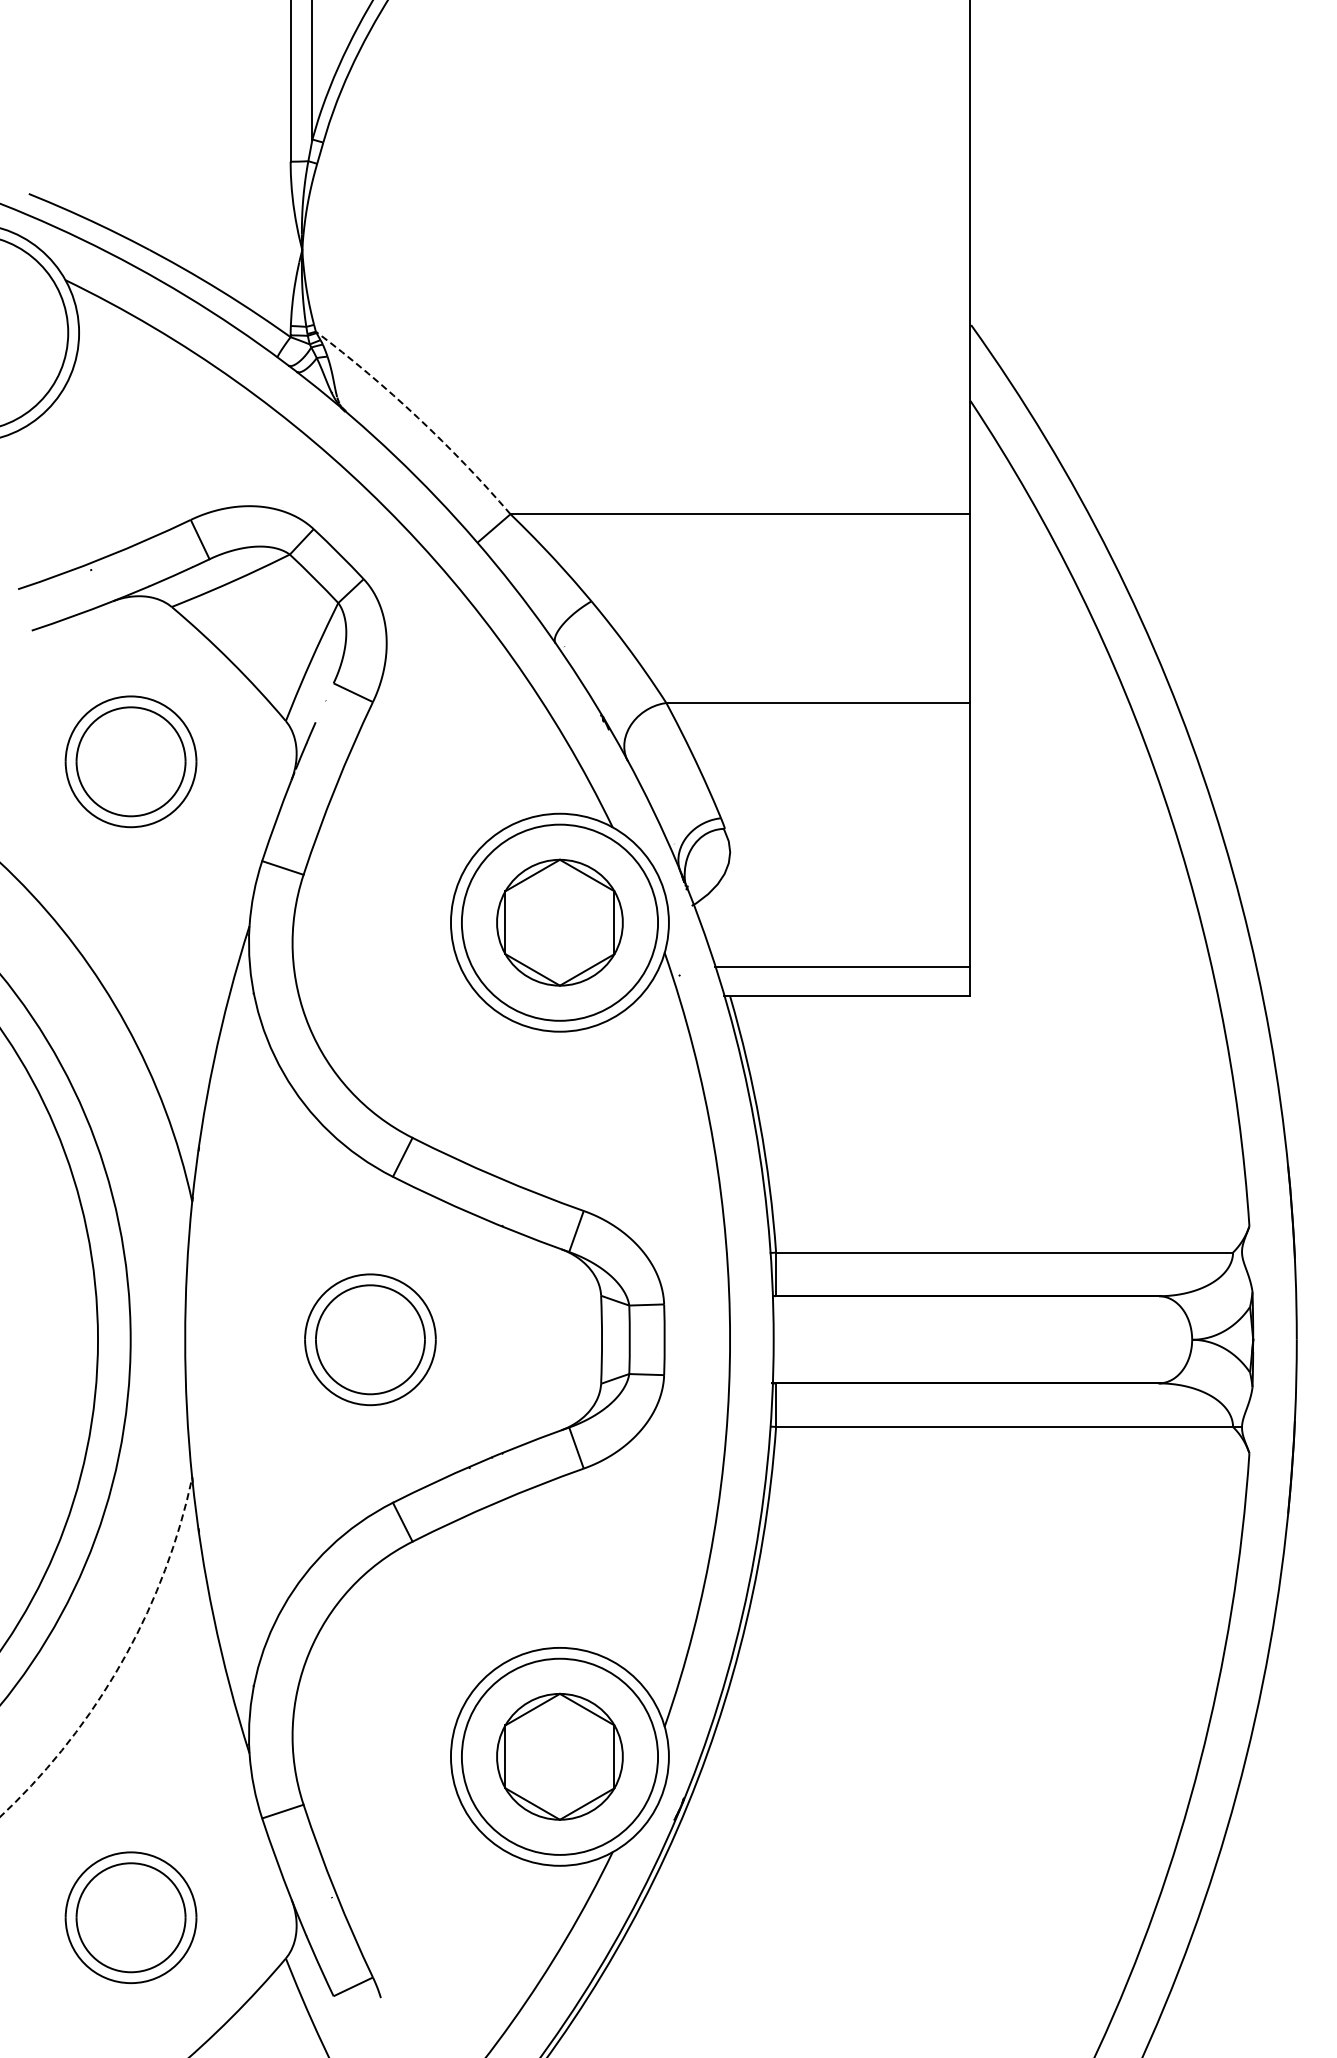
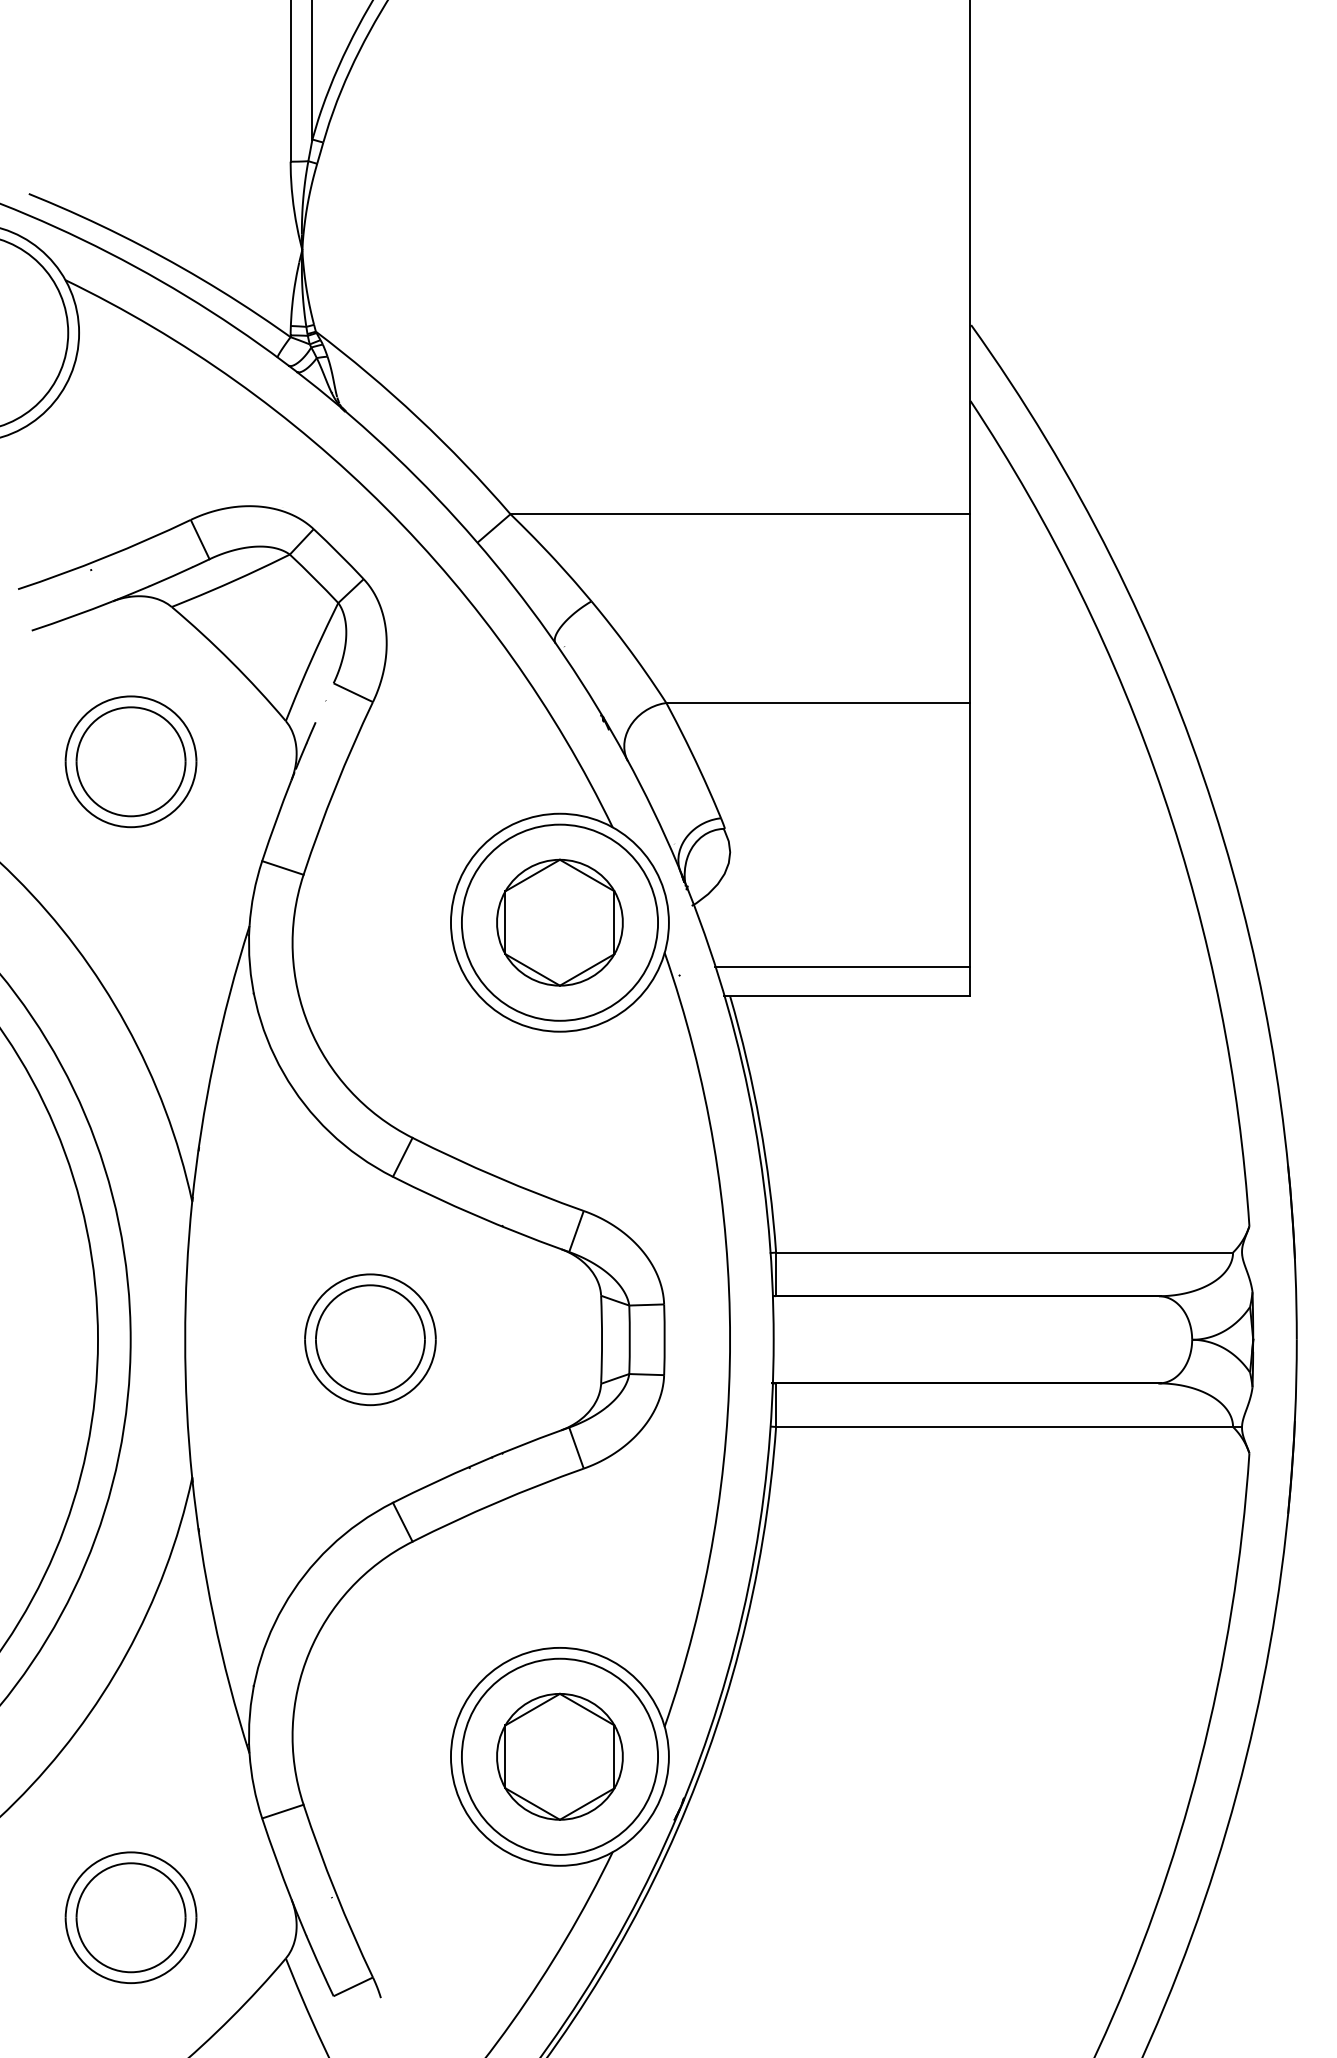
arc at (418, 417): dashed -> solid
arc at (121, 1663): dashed -> solid
